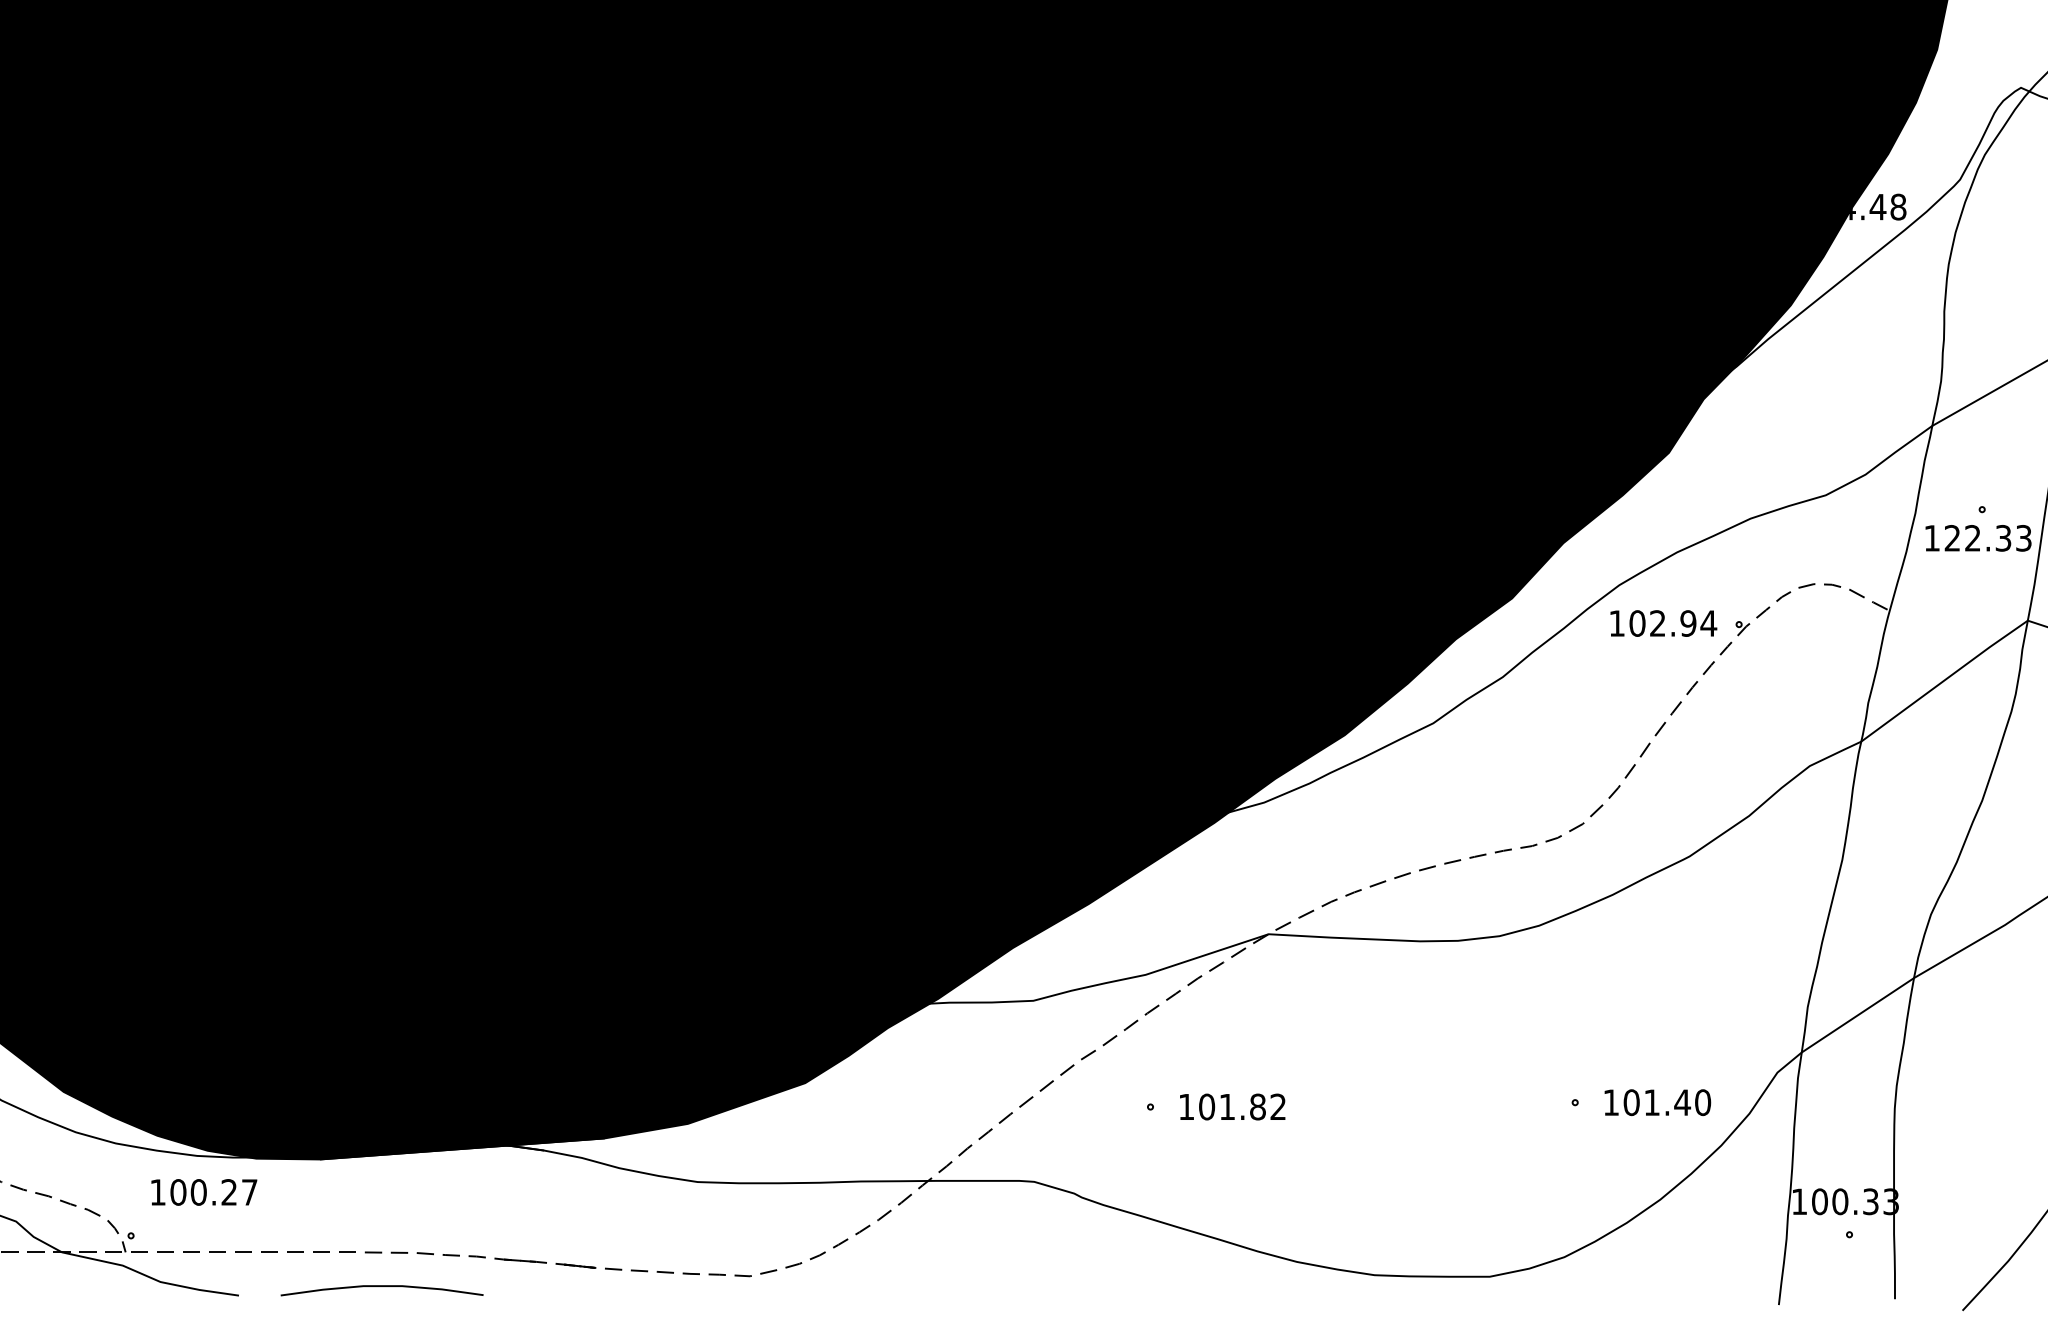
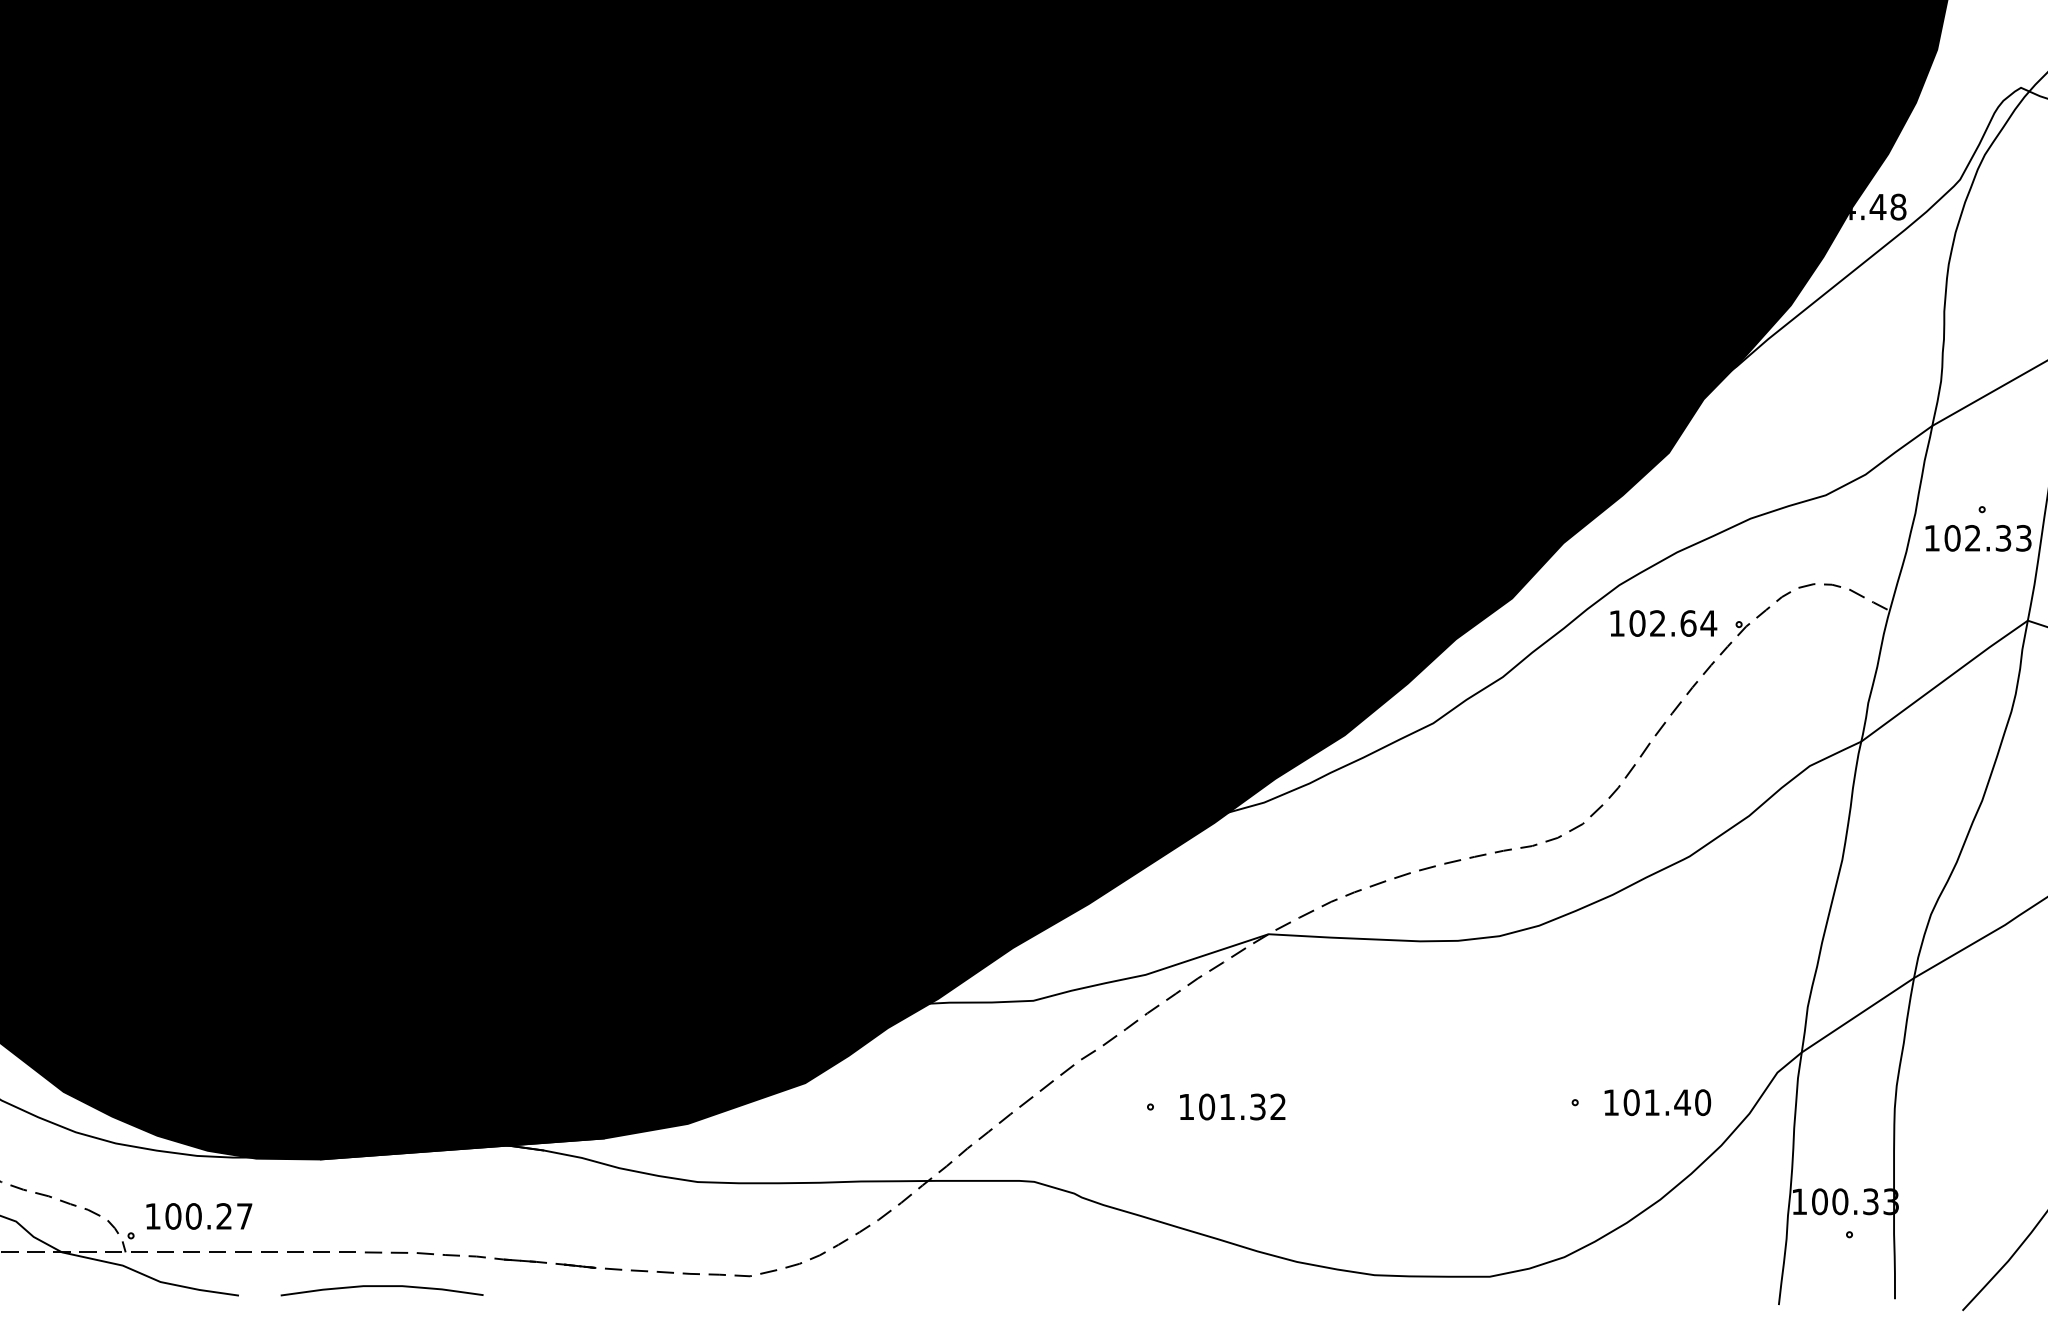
text at (1952, 538): 122.33 -> 102.33
text at (1688, 623): 102.94 -> 102.64
text at (1257, 1106): 101.82 -> 101.32
text at (204, 1192) position: (204, 1192) -> (199, 1216)
